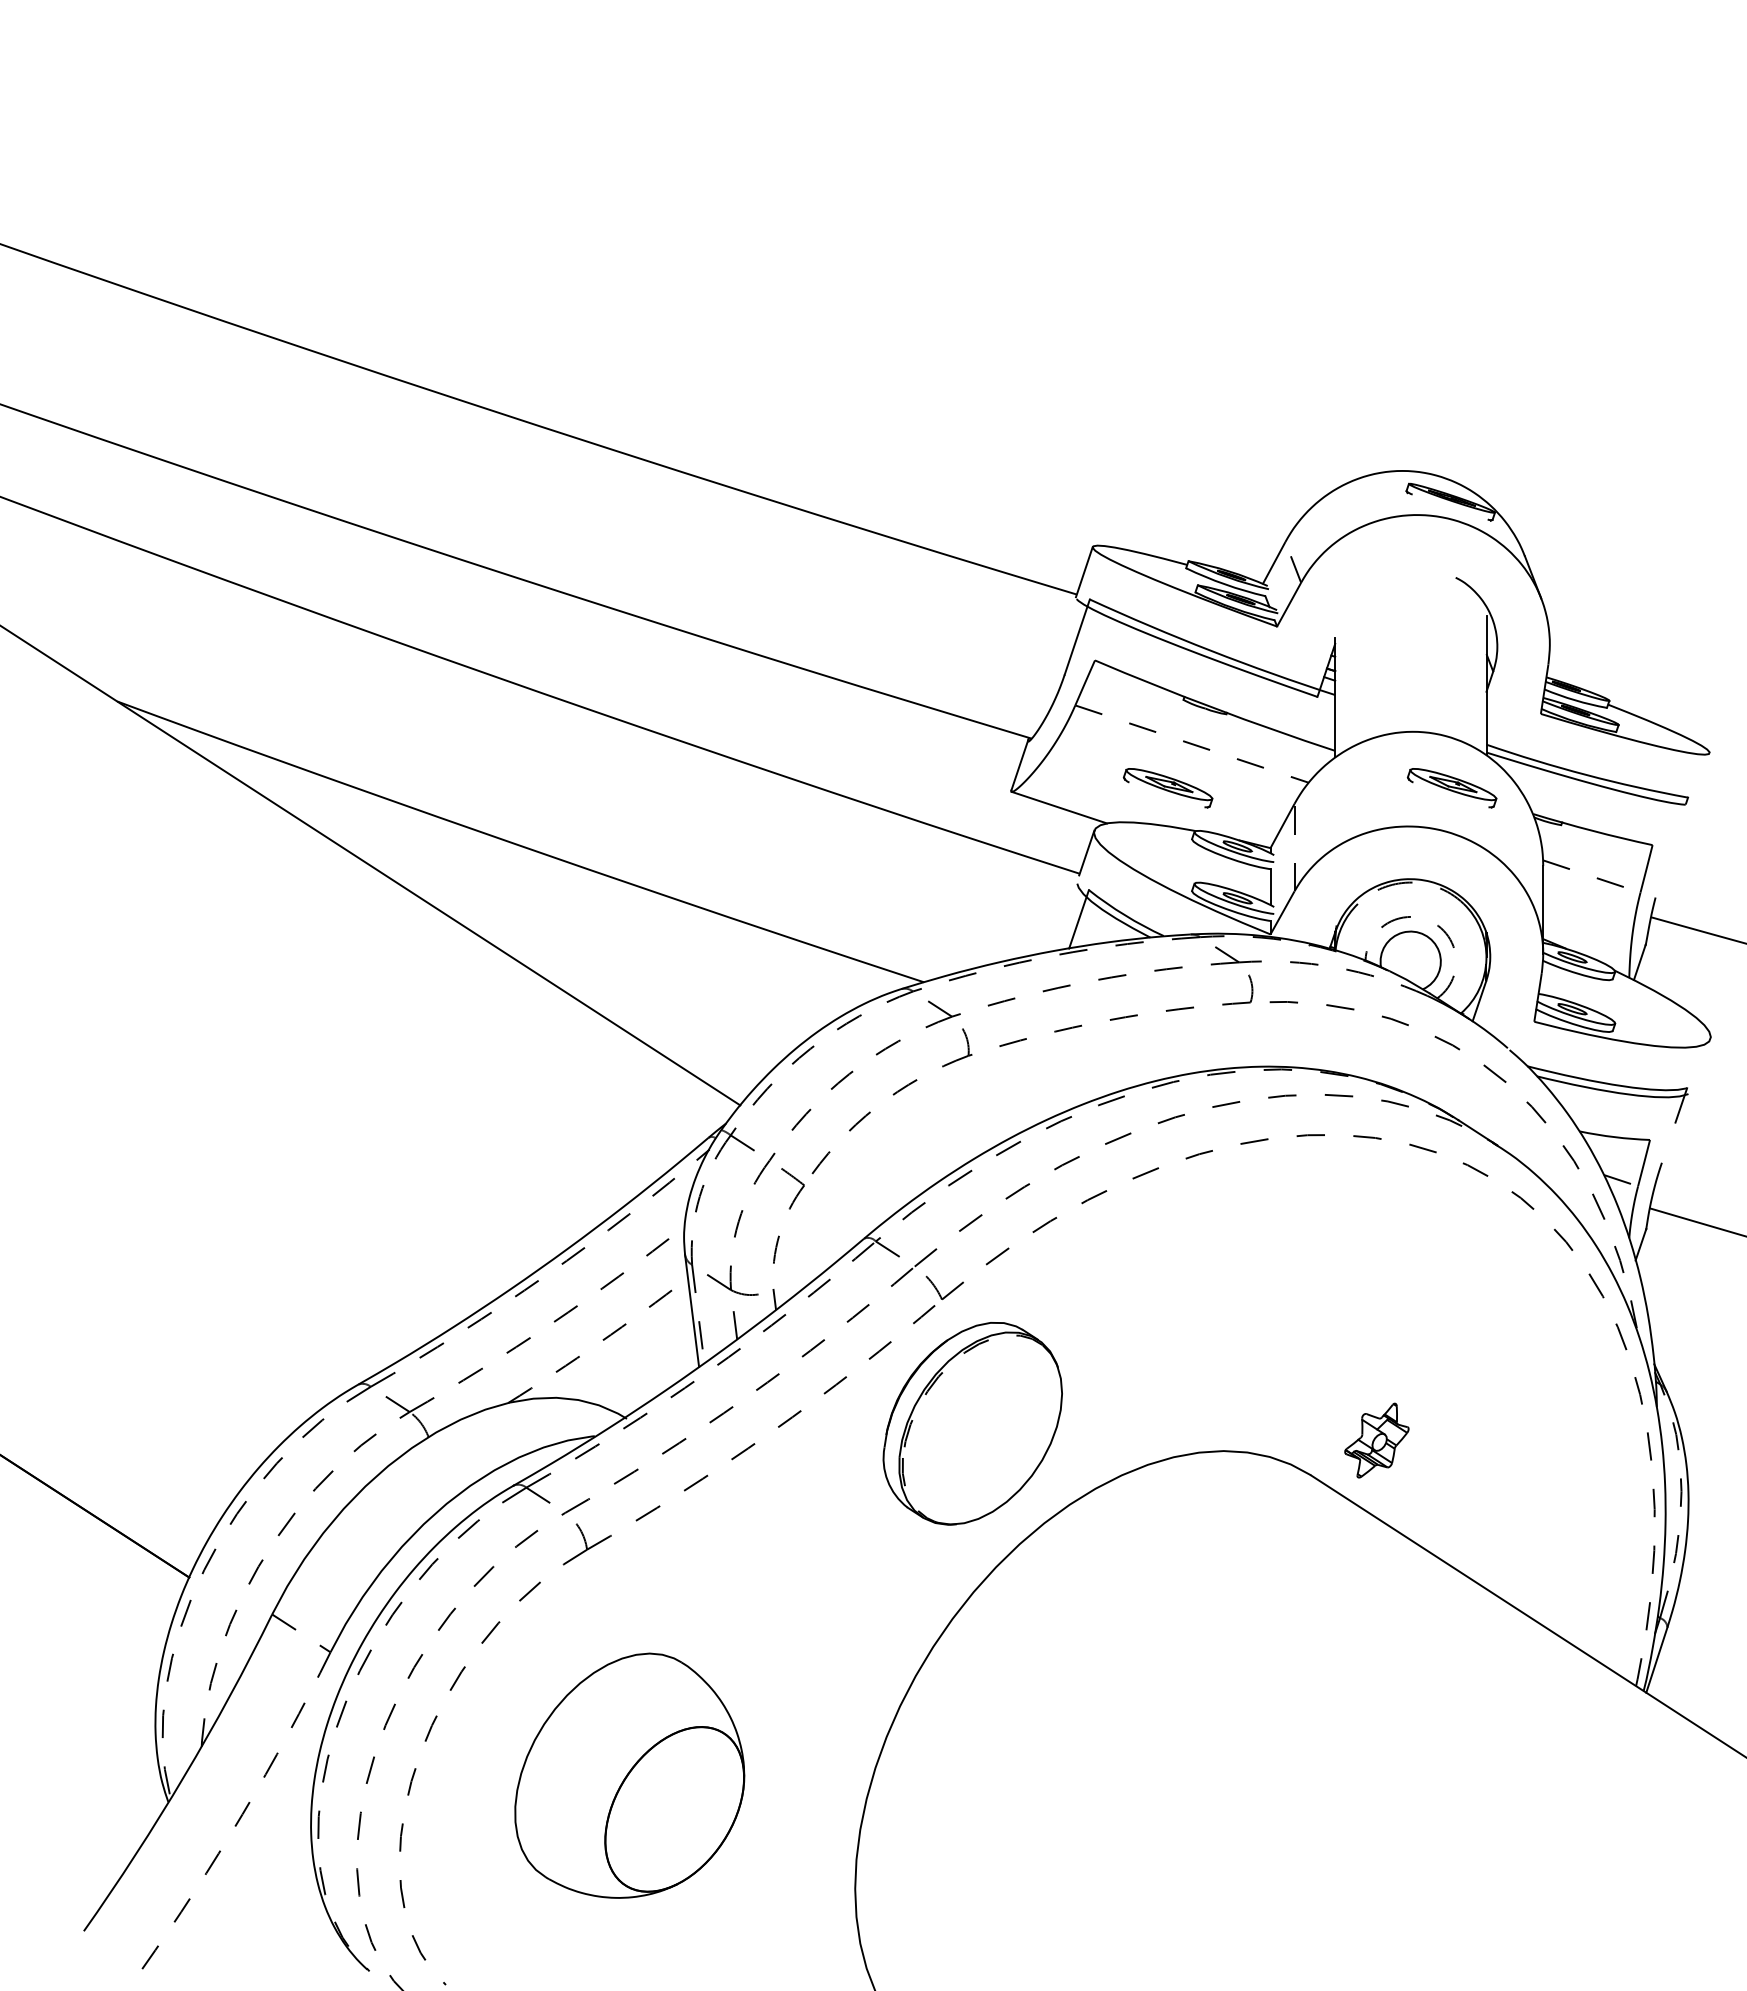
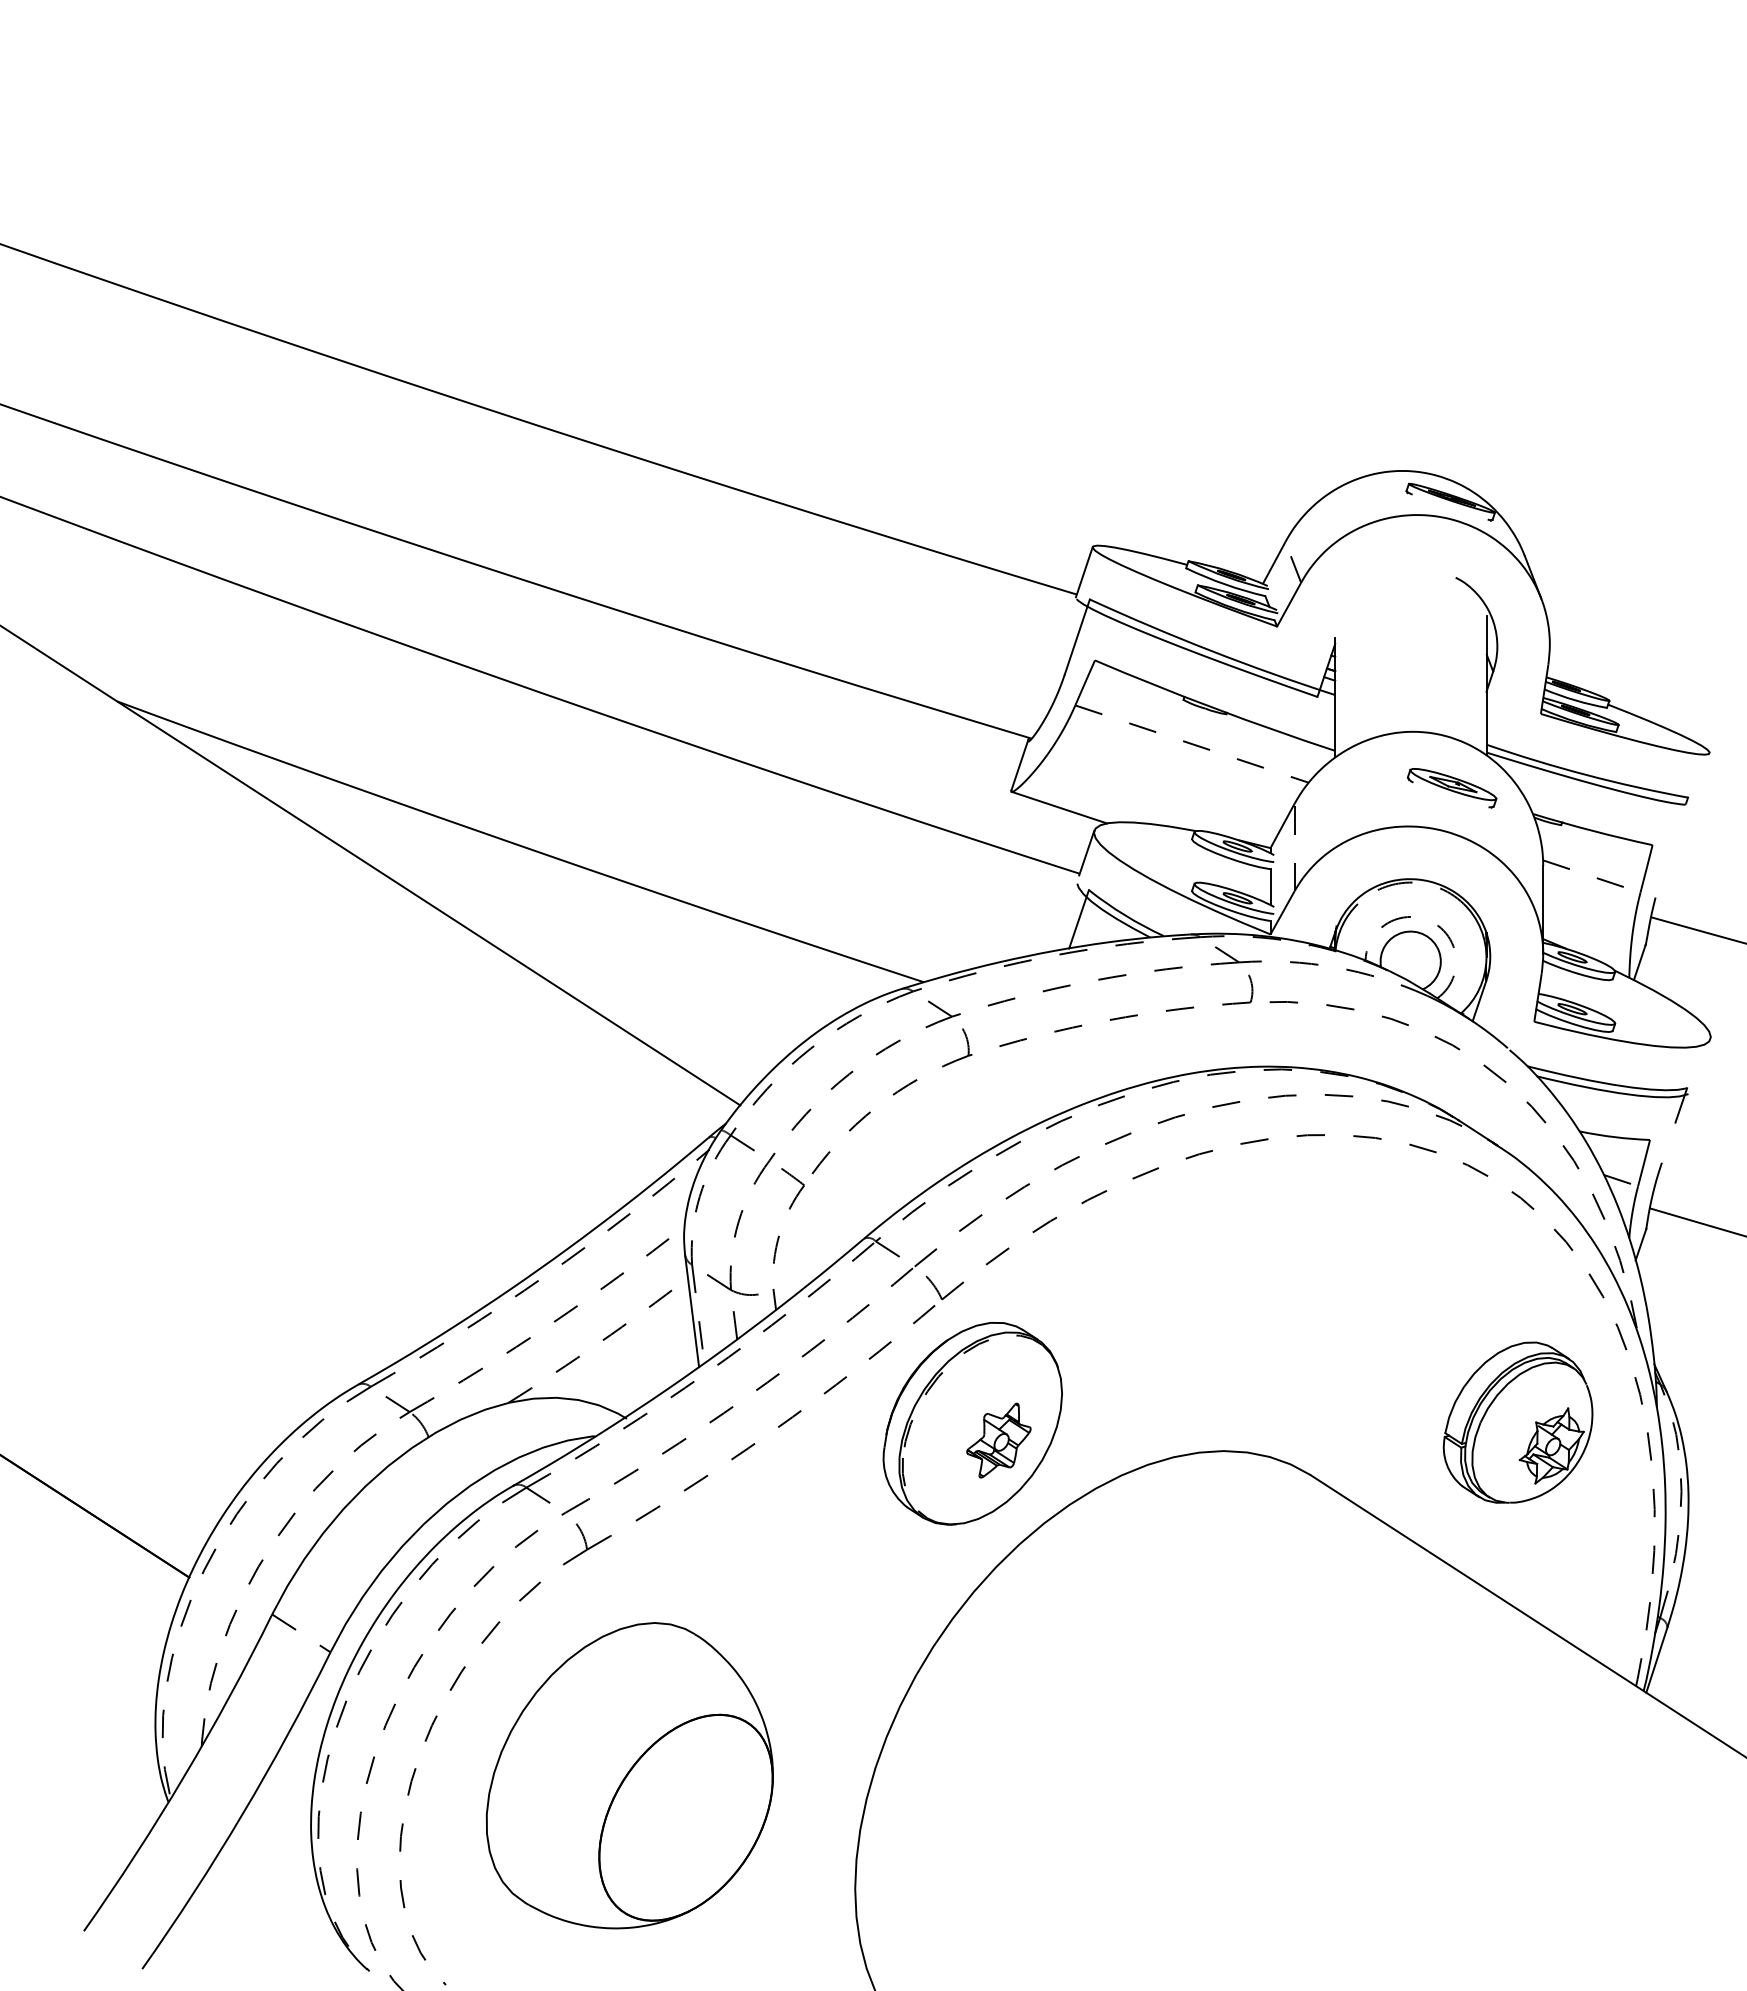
part at (1167, 788): present -> none
part at (1517, 1422): none -> present
part at (1376, 1440) position: (1376, 1440) -> (998, 1440)
part at (629, 1775) size: 232x247 px -> 289x308 px
arc at (242, 1814): dashed -> solid
